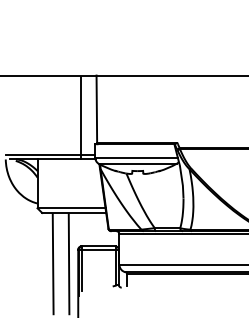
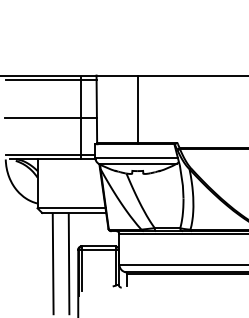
line at (50, 80): none -> present
line at (137, 109): none -> present
line at (50, 117): none -> present
